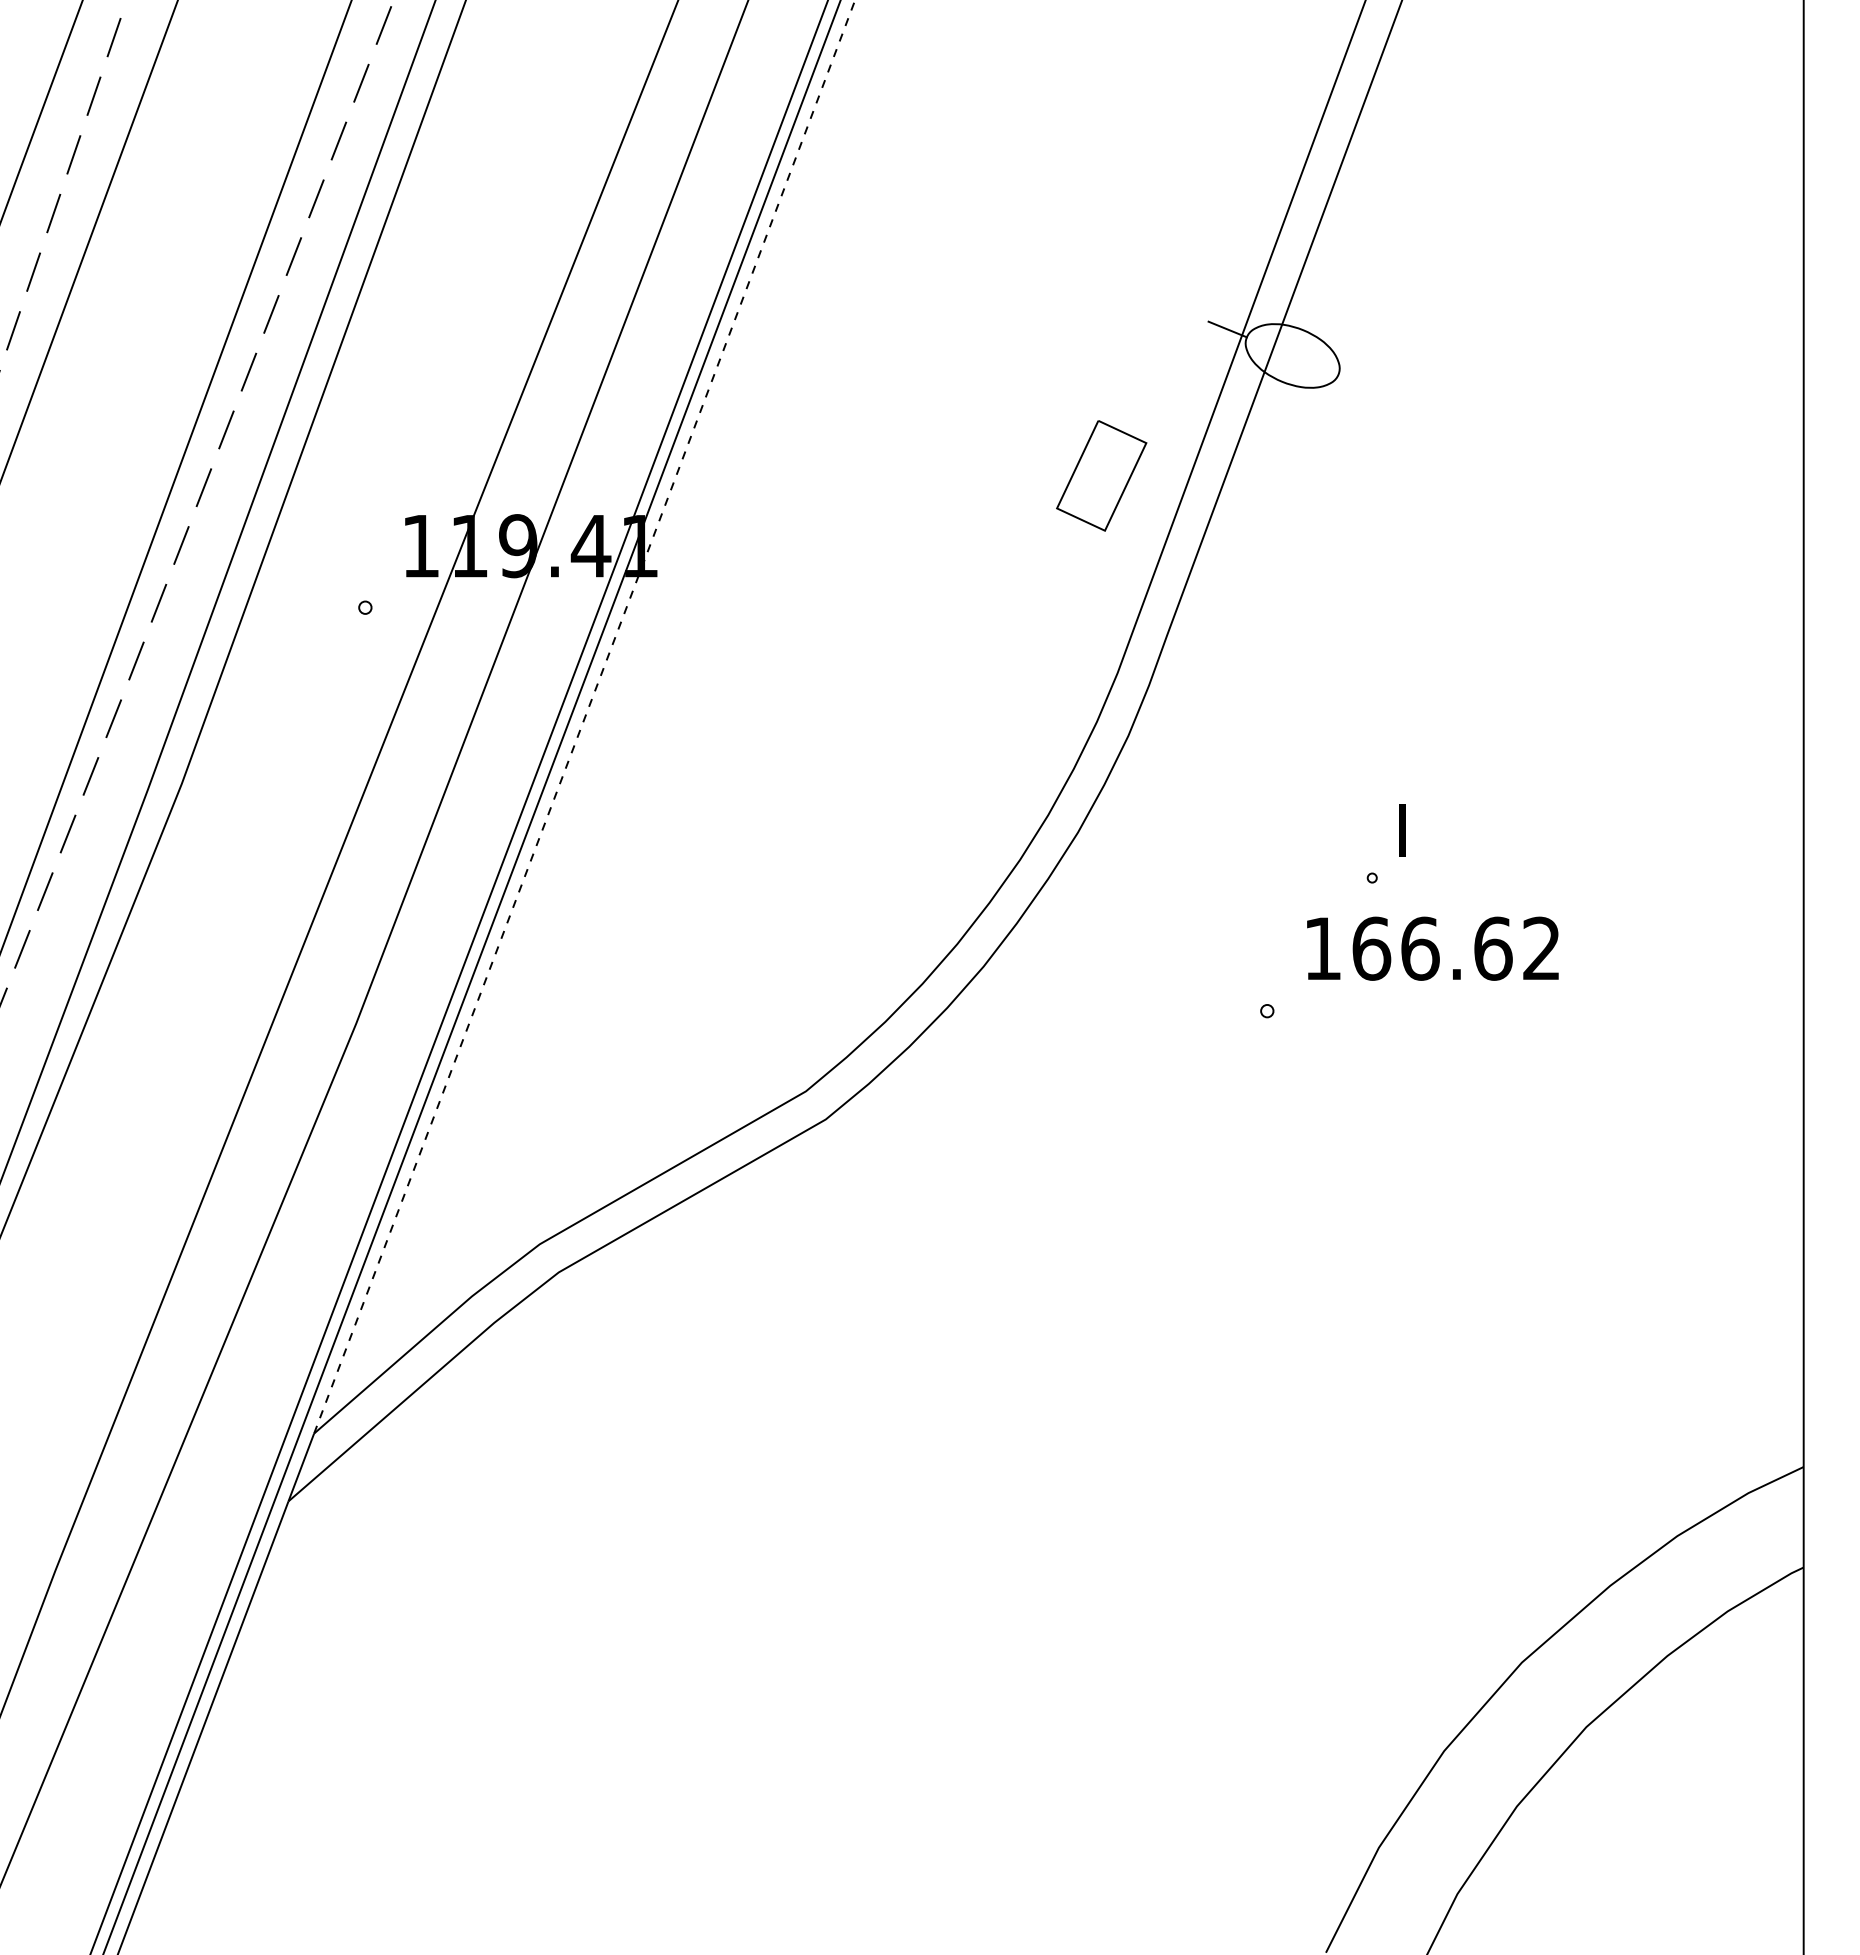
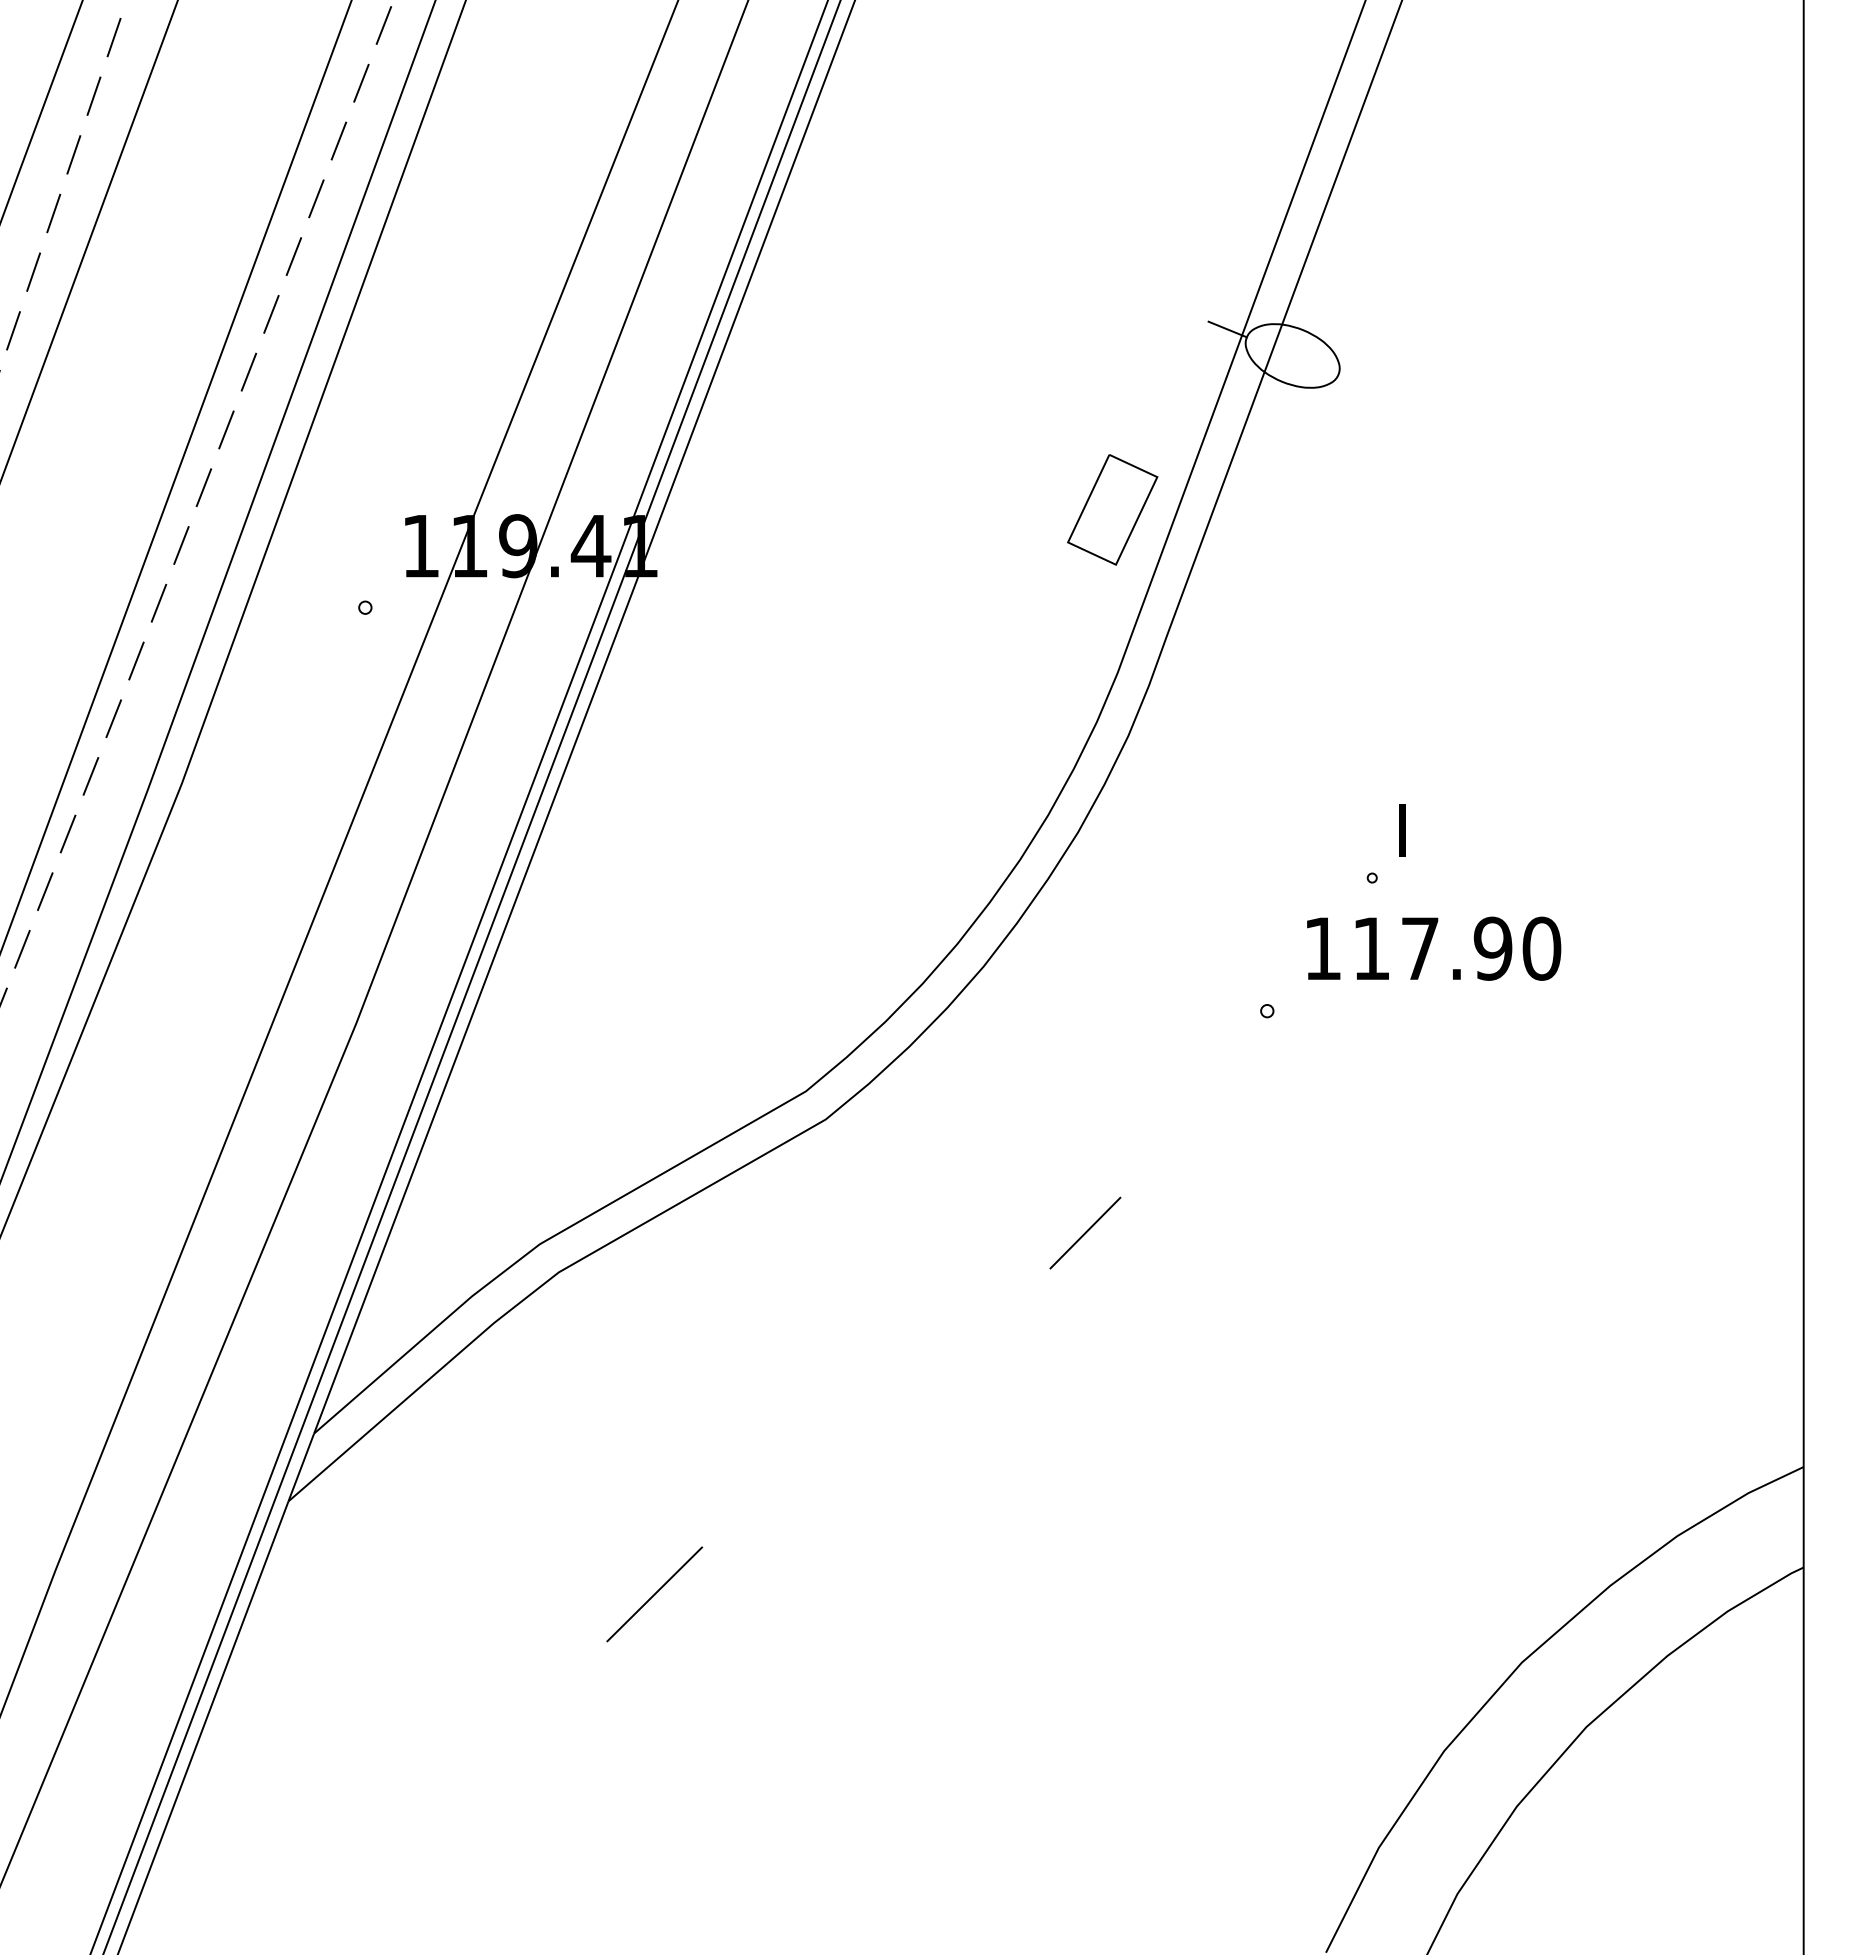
part at (1101, 475) position: (1101, 475) -> (1112, 509)
line at (585, 716): dashed -> solid
text at (1456, 948): 166.62 -> 117.90
line at (1085, 1232): none -> present
line at (654, 1594): none -> present
